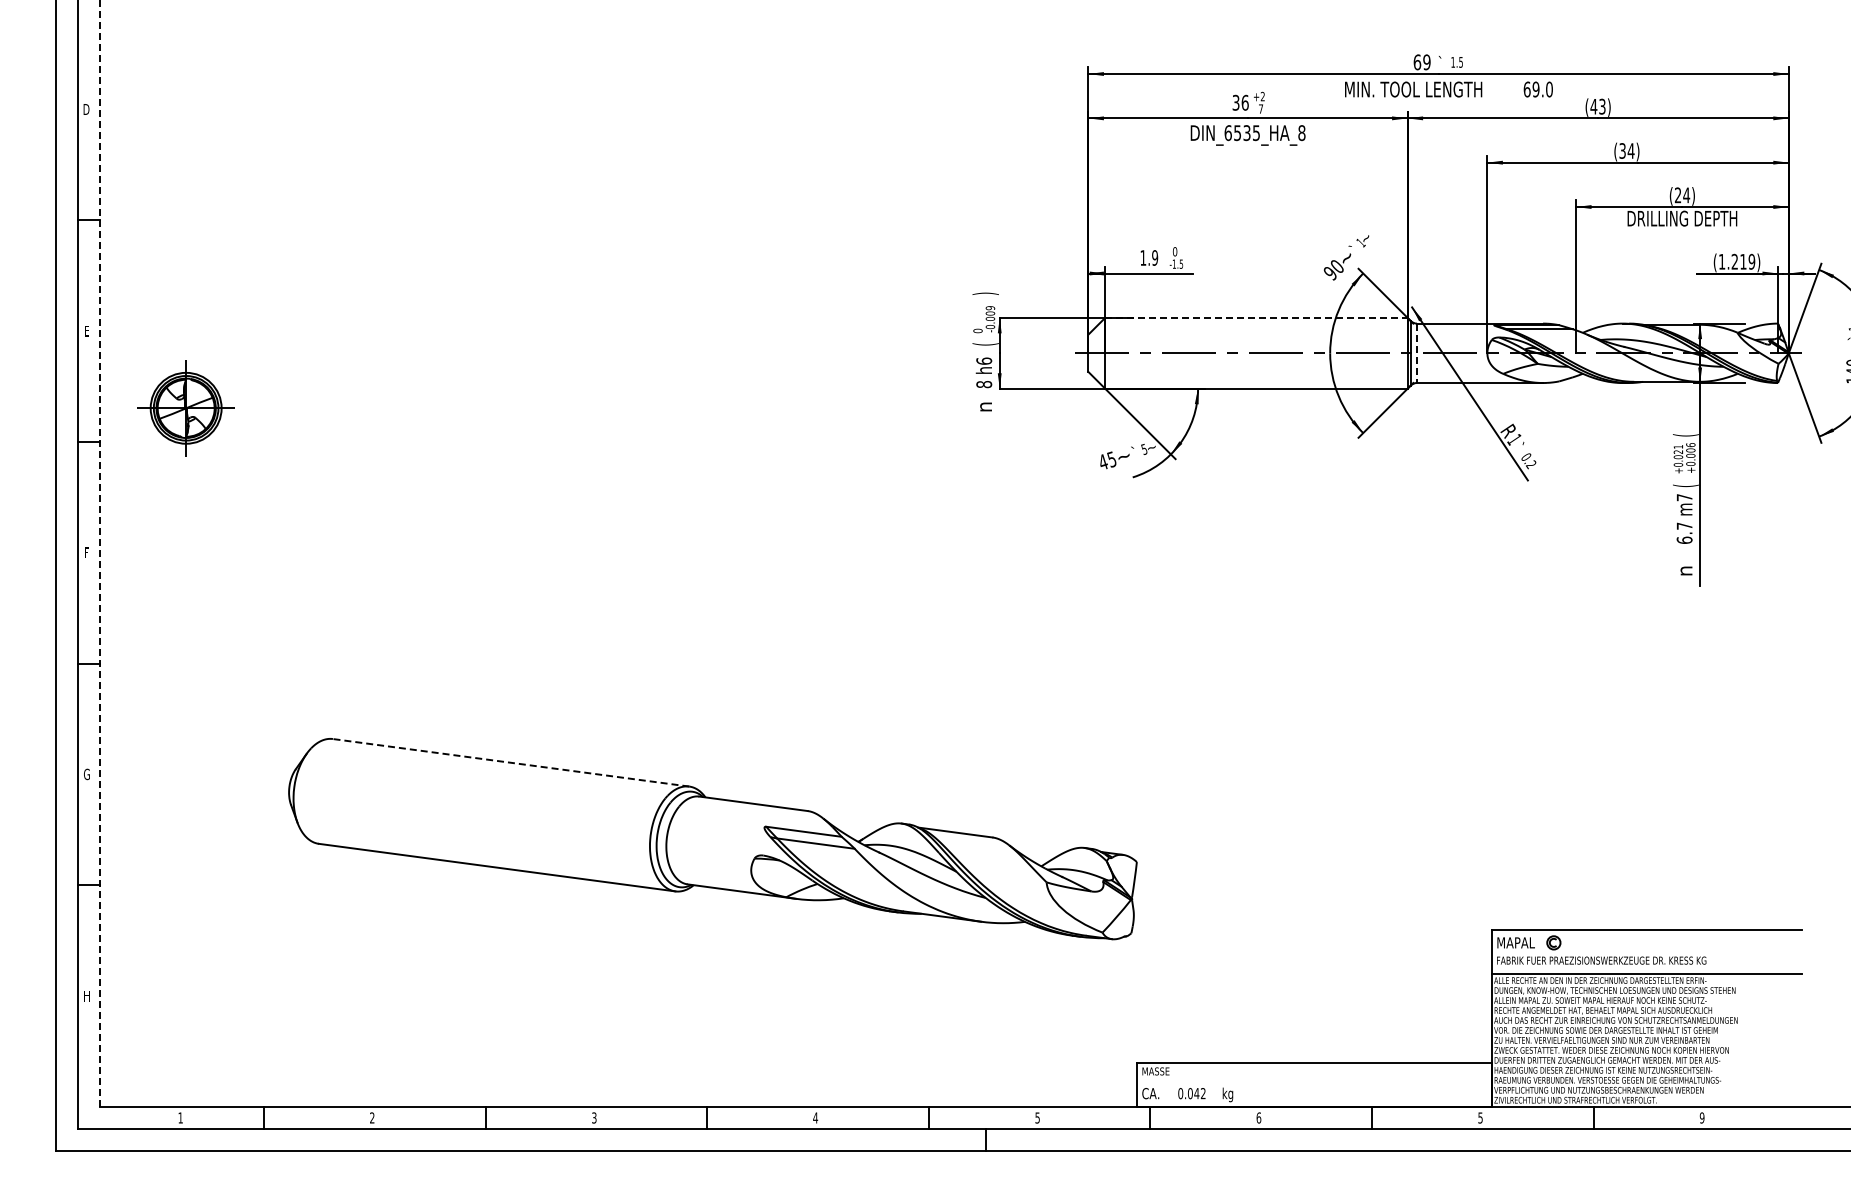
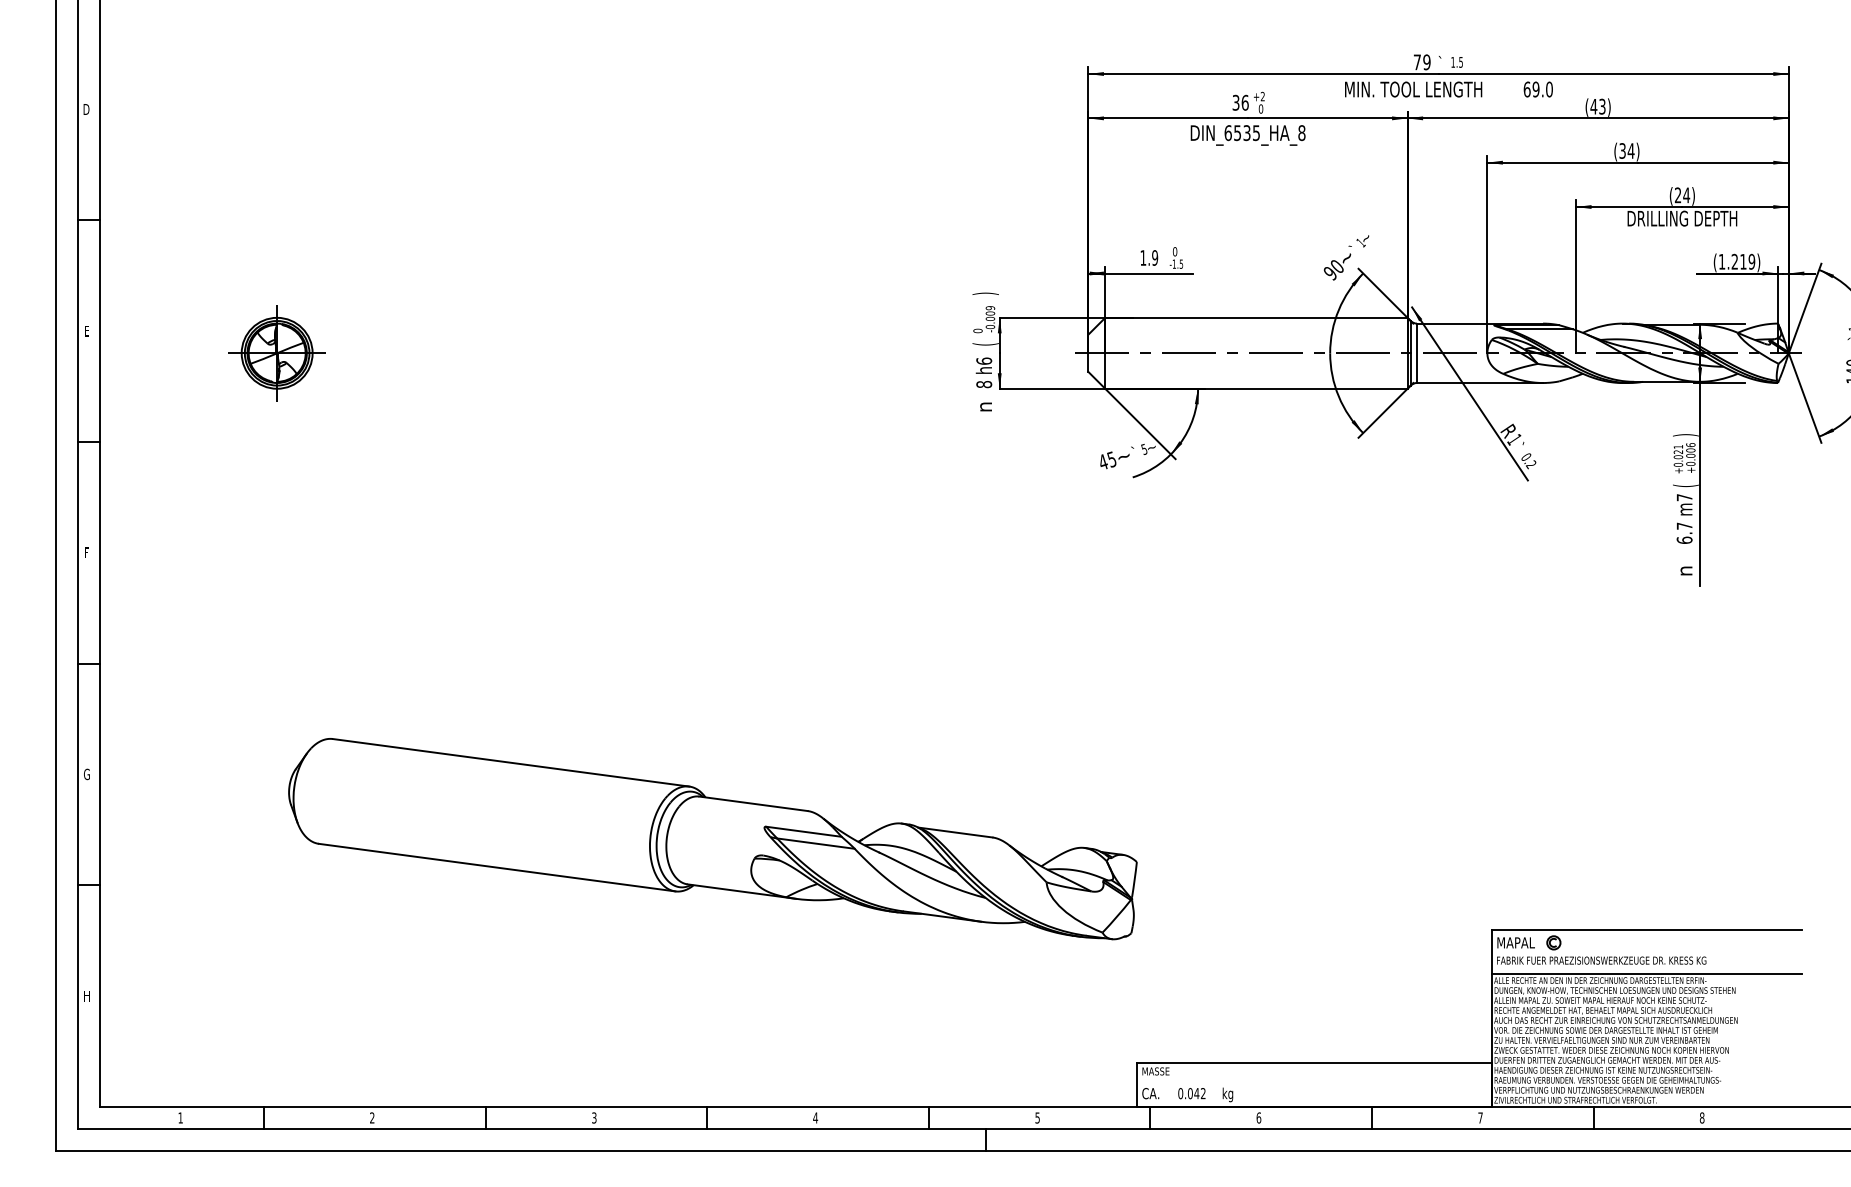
text at (1417, 62): 69 -> 79
text at (1260, 108): 7 -> 0
line at (1256, 317): dashed -> solid
line at (1417, 353): dashed -> solid
part at (185, 408) position: (185, 408) -> (276, 353)
text at (1685, 435): ( -> )
line at (99, 553): dashed -> solid
line at (511, 762): dashed -> solid
text at (1480, 1117): 5 -> 7
text at (1701, 1117): 9 -> 8
